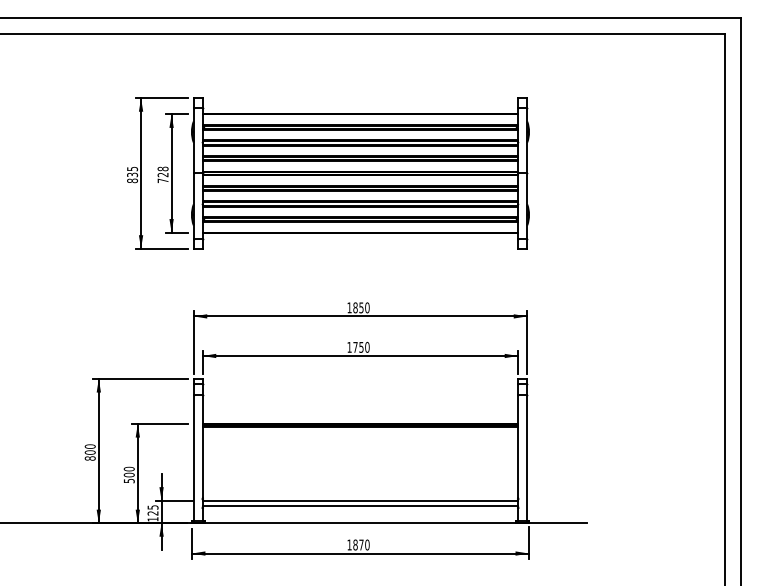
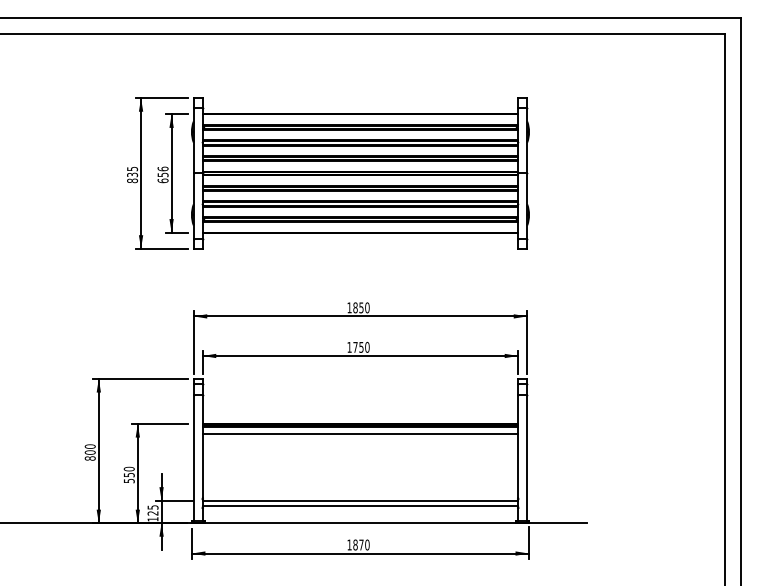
text at (162, 174): 728 -> 656
line at (360, 434): none -> present
text at (128, 474): 500 -> 550
